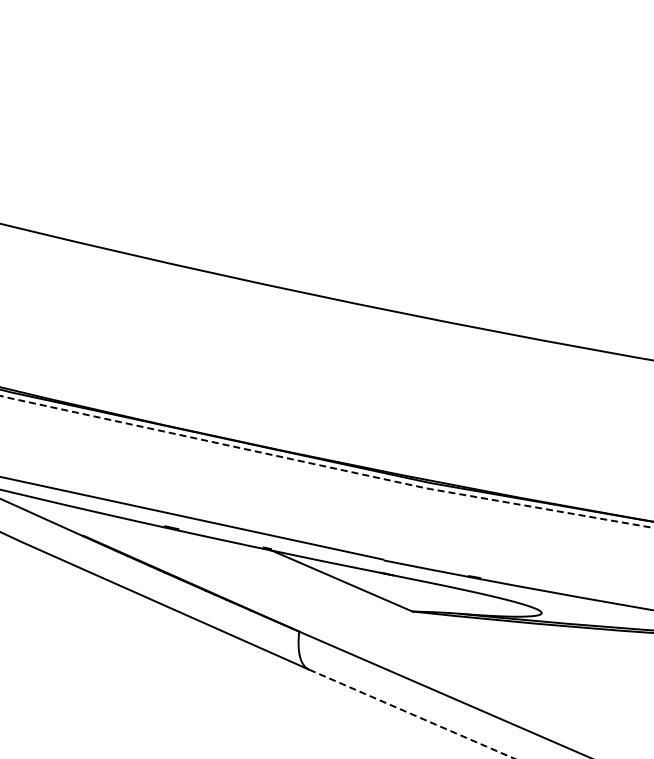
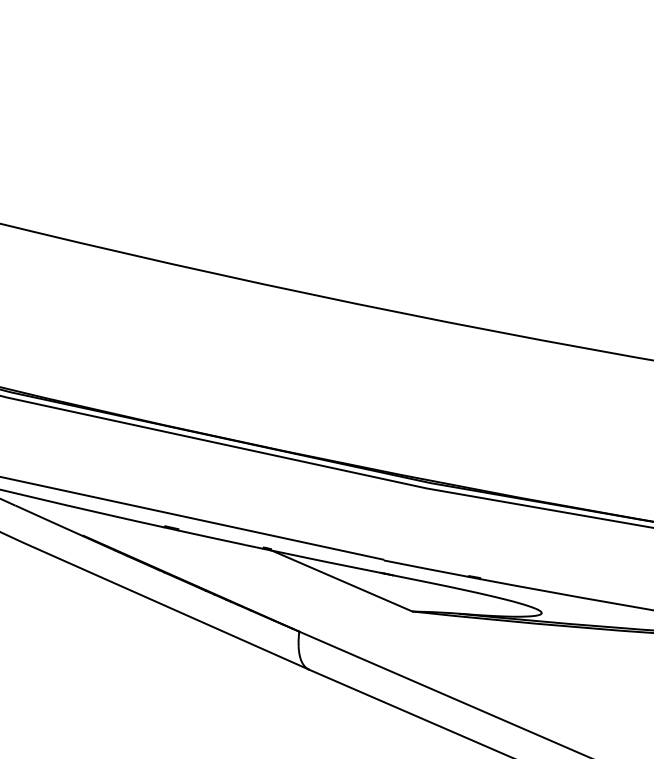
line at (325, 466): dashed -> solid
line at (411, 714): dashed -> solid
